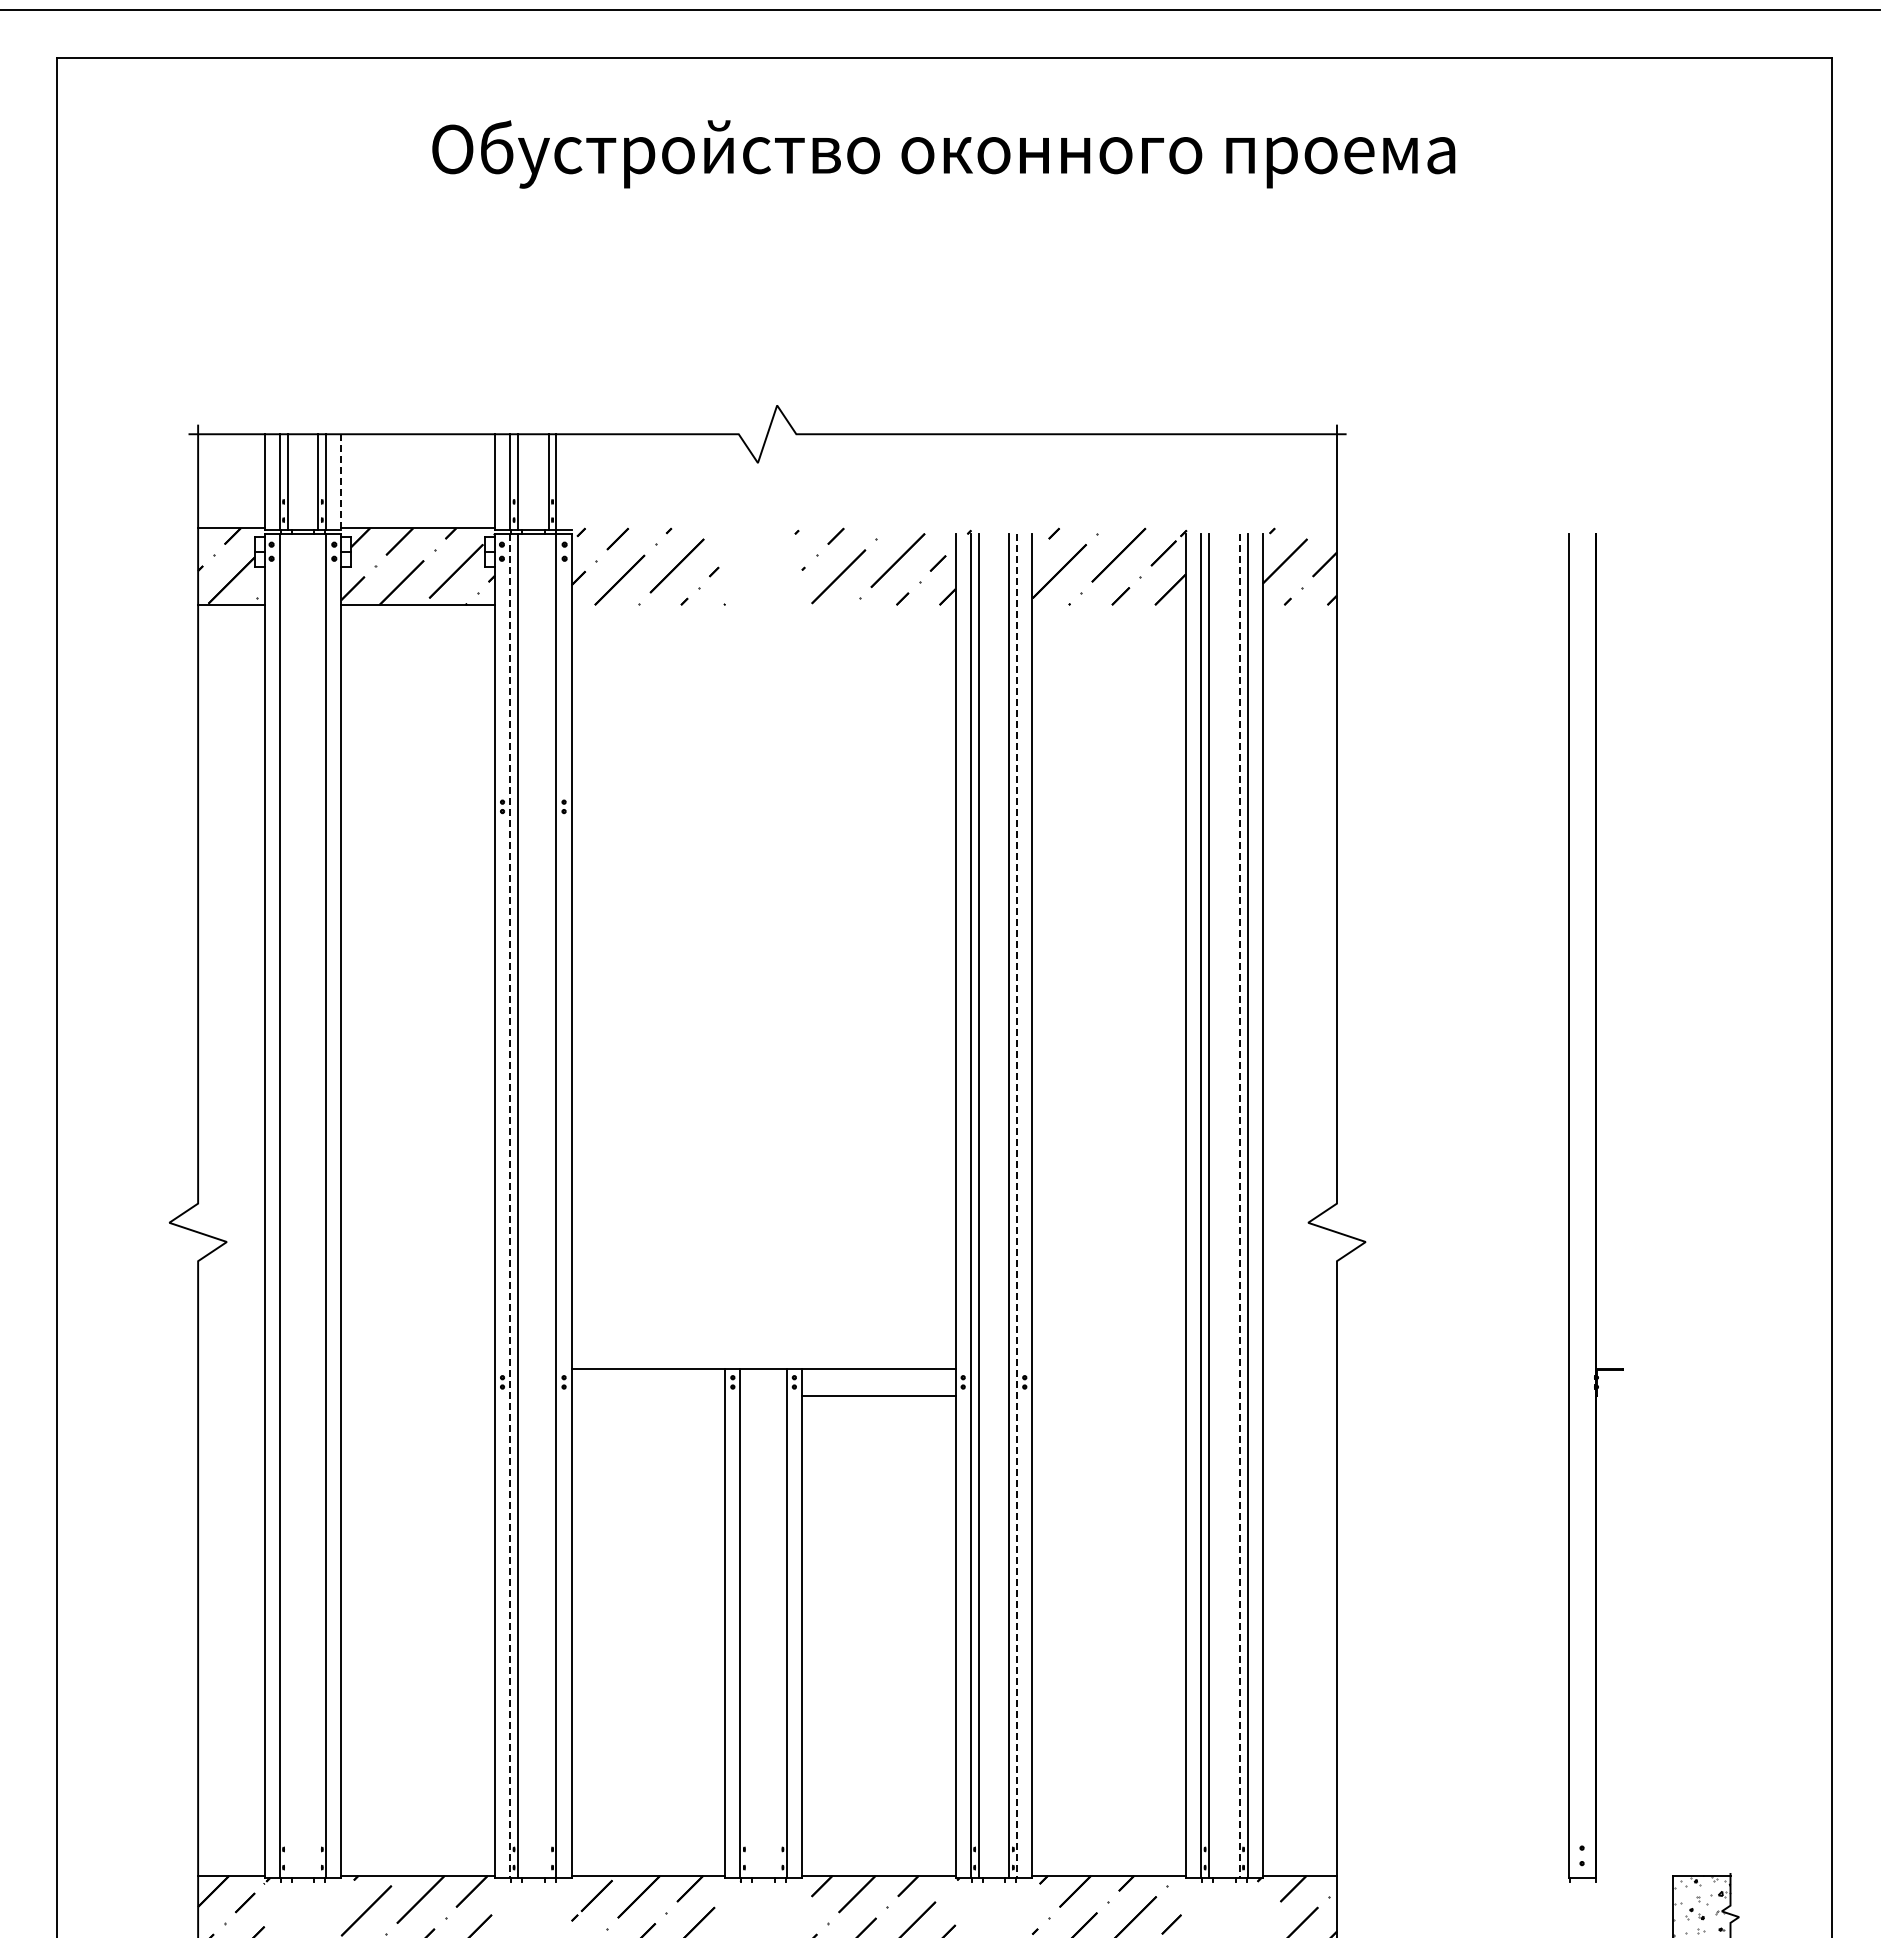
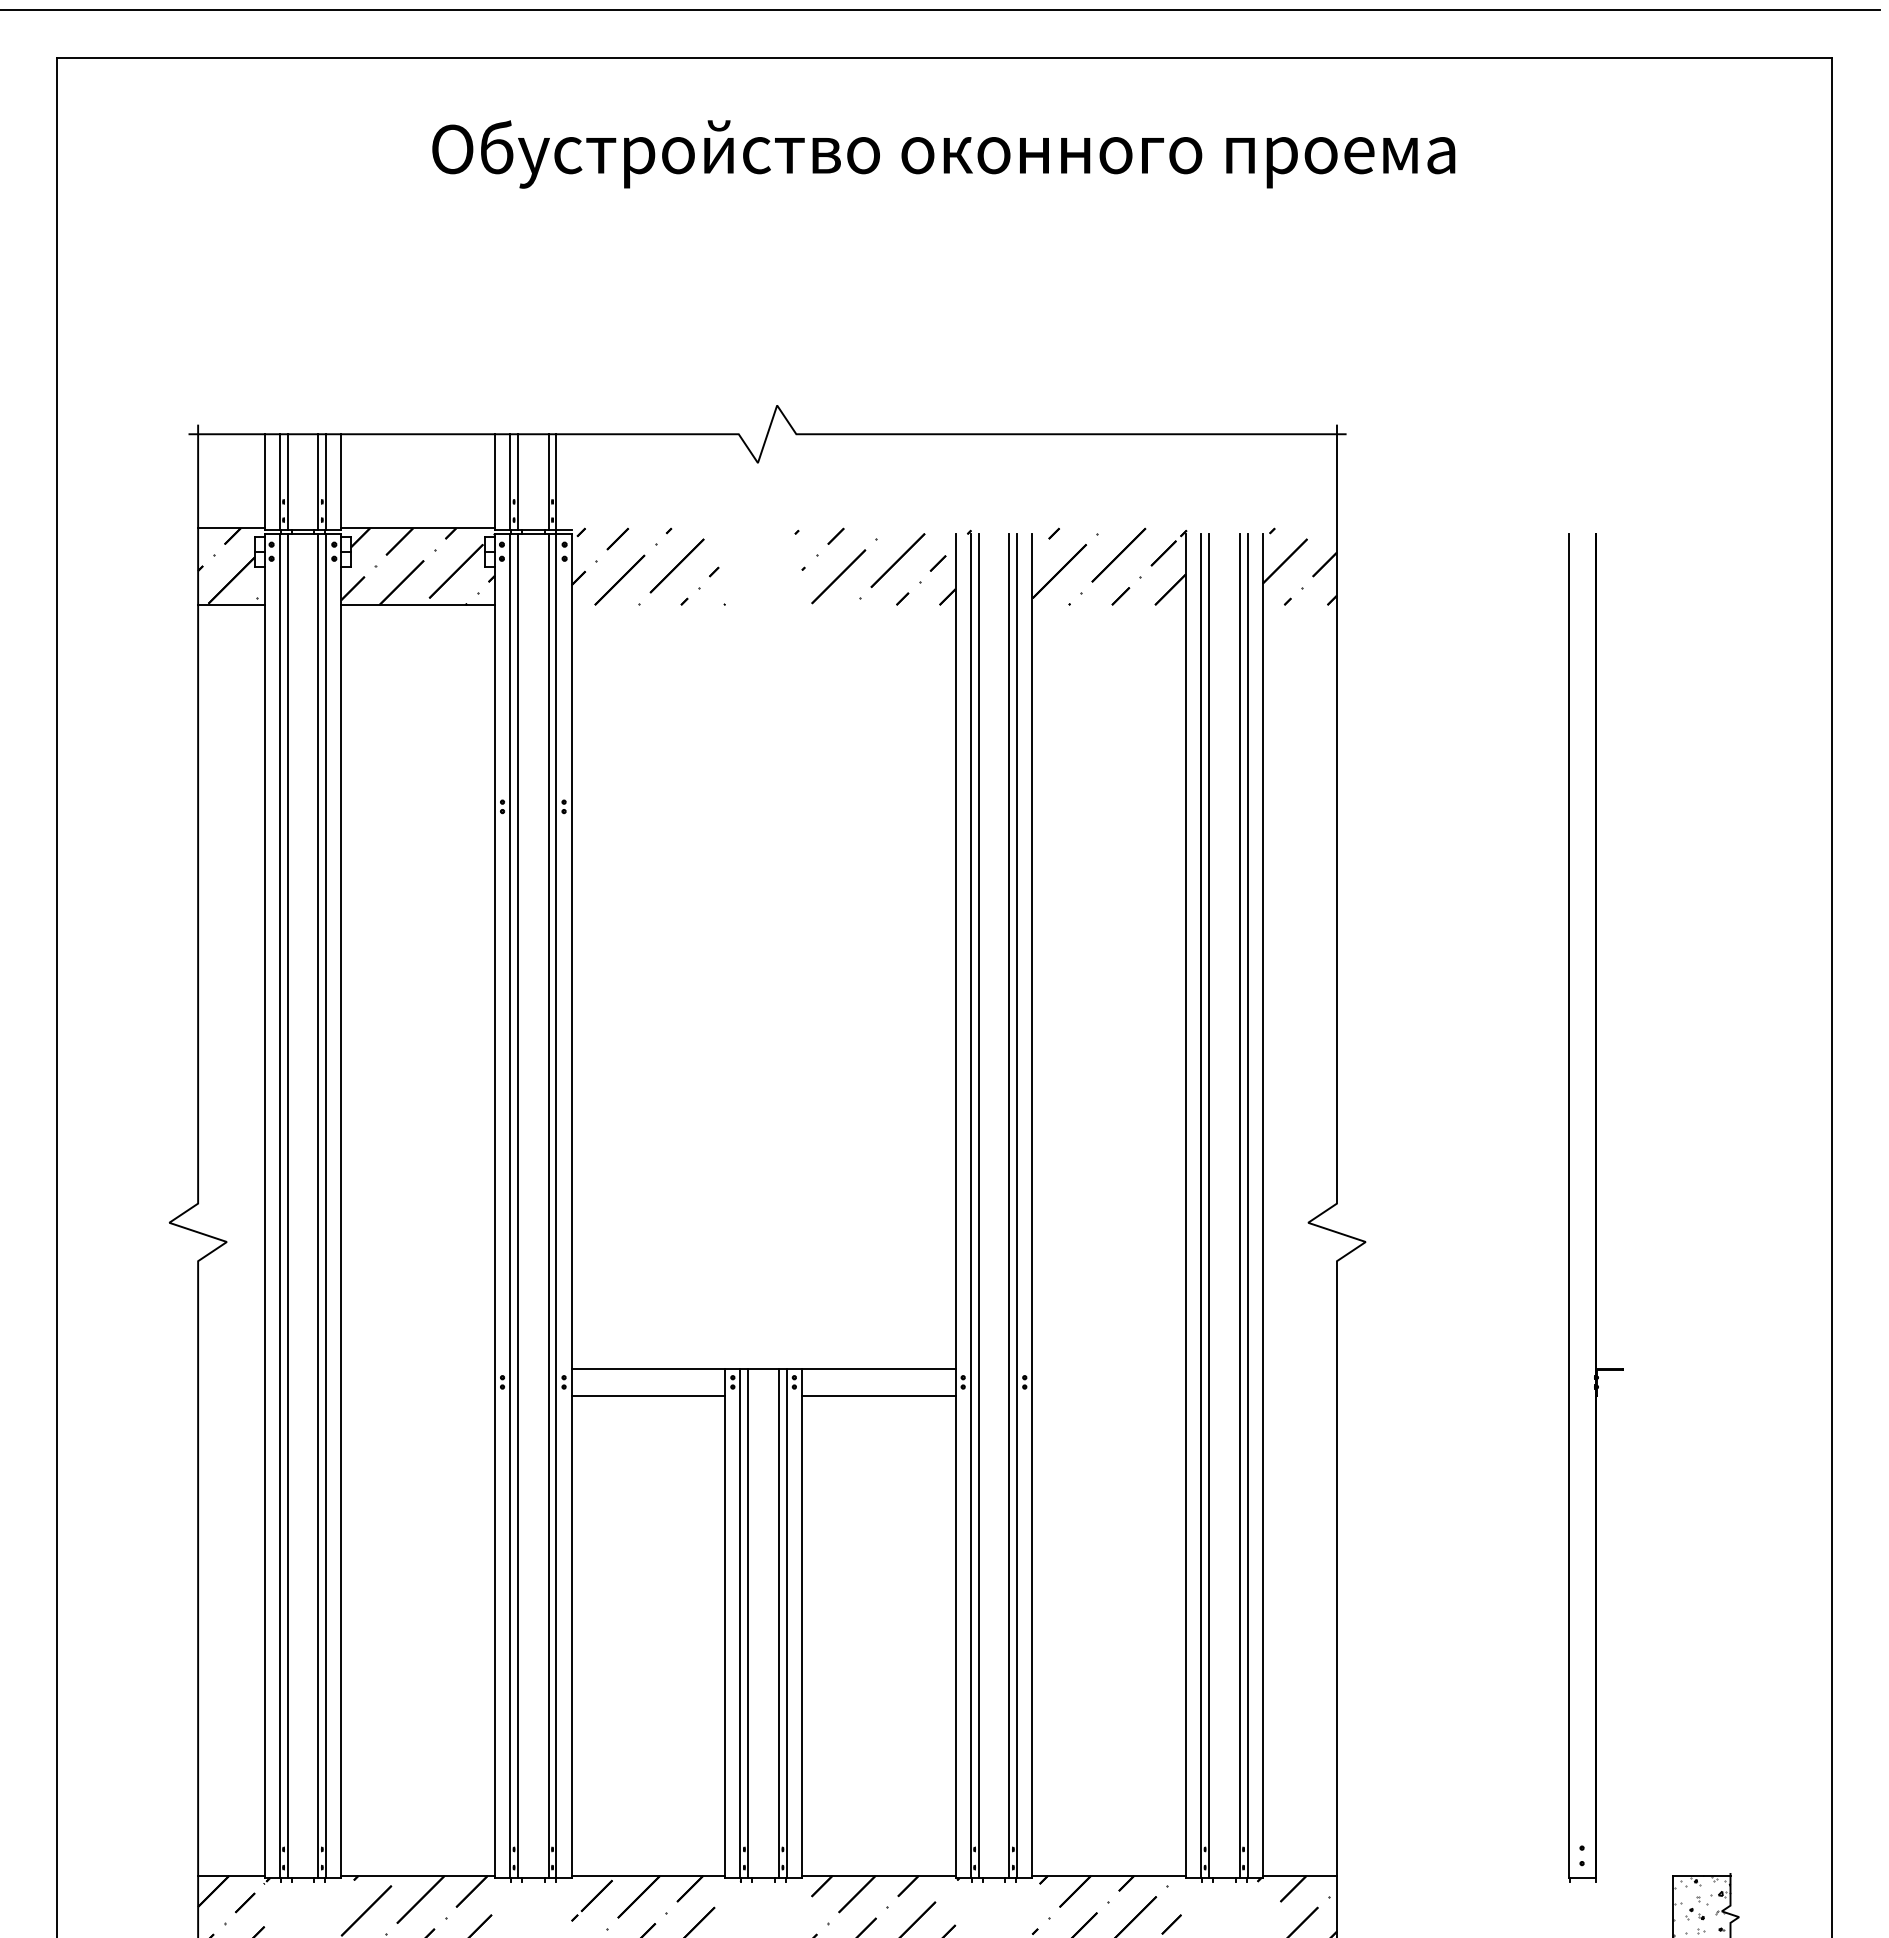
line at (341, 482): dashed -> solid
line at (287, 1205): none -> present
line at (318, 1205): none -> present
line at (548, 1205): none -> present
line at (510, 1206): dashed -> solid
line at (1017, 1206): dashed -> solid
line at (1239, 1206): dashed -> solid
line at (648, 1395): none -> present
line at (748, 1623): none -> present
line at (778, 1623): none -> present
